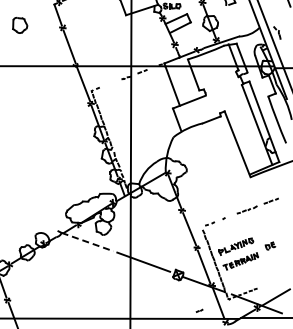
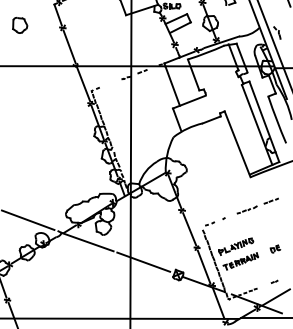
line at (28, 219): none -> present
line at (87, 242): dashed -> solid
part at (270, 245) position: (270, 245) -> (275, 248)
part at (199, 310) position: (199, 310) -> (274, 281)
